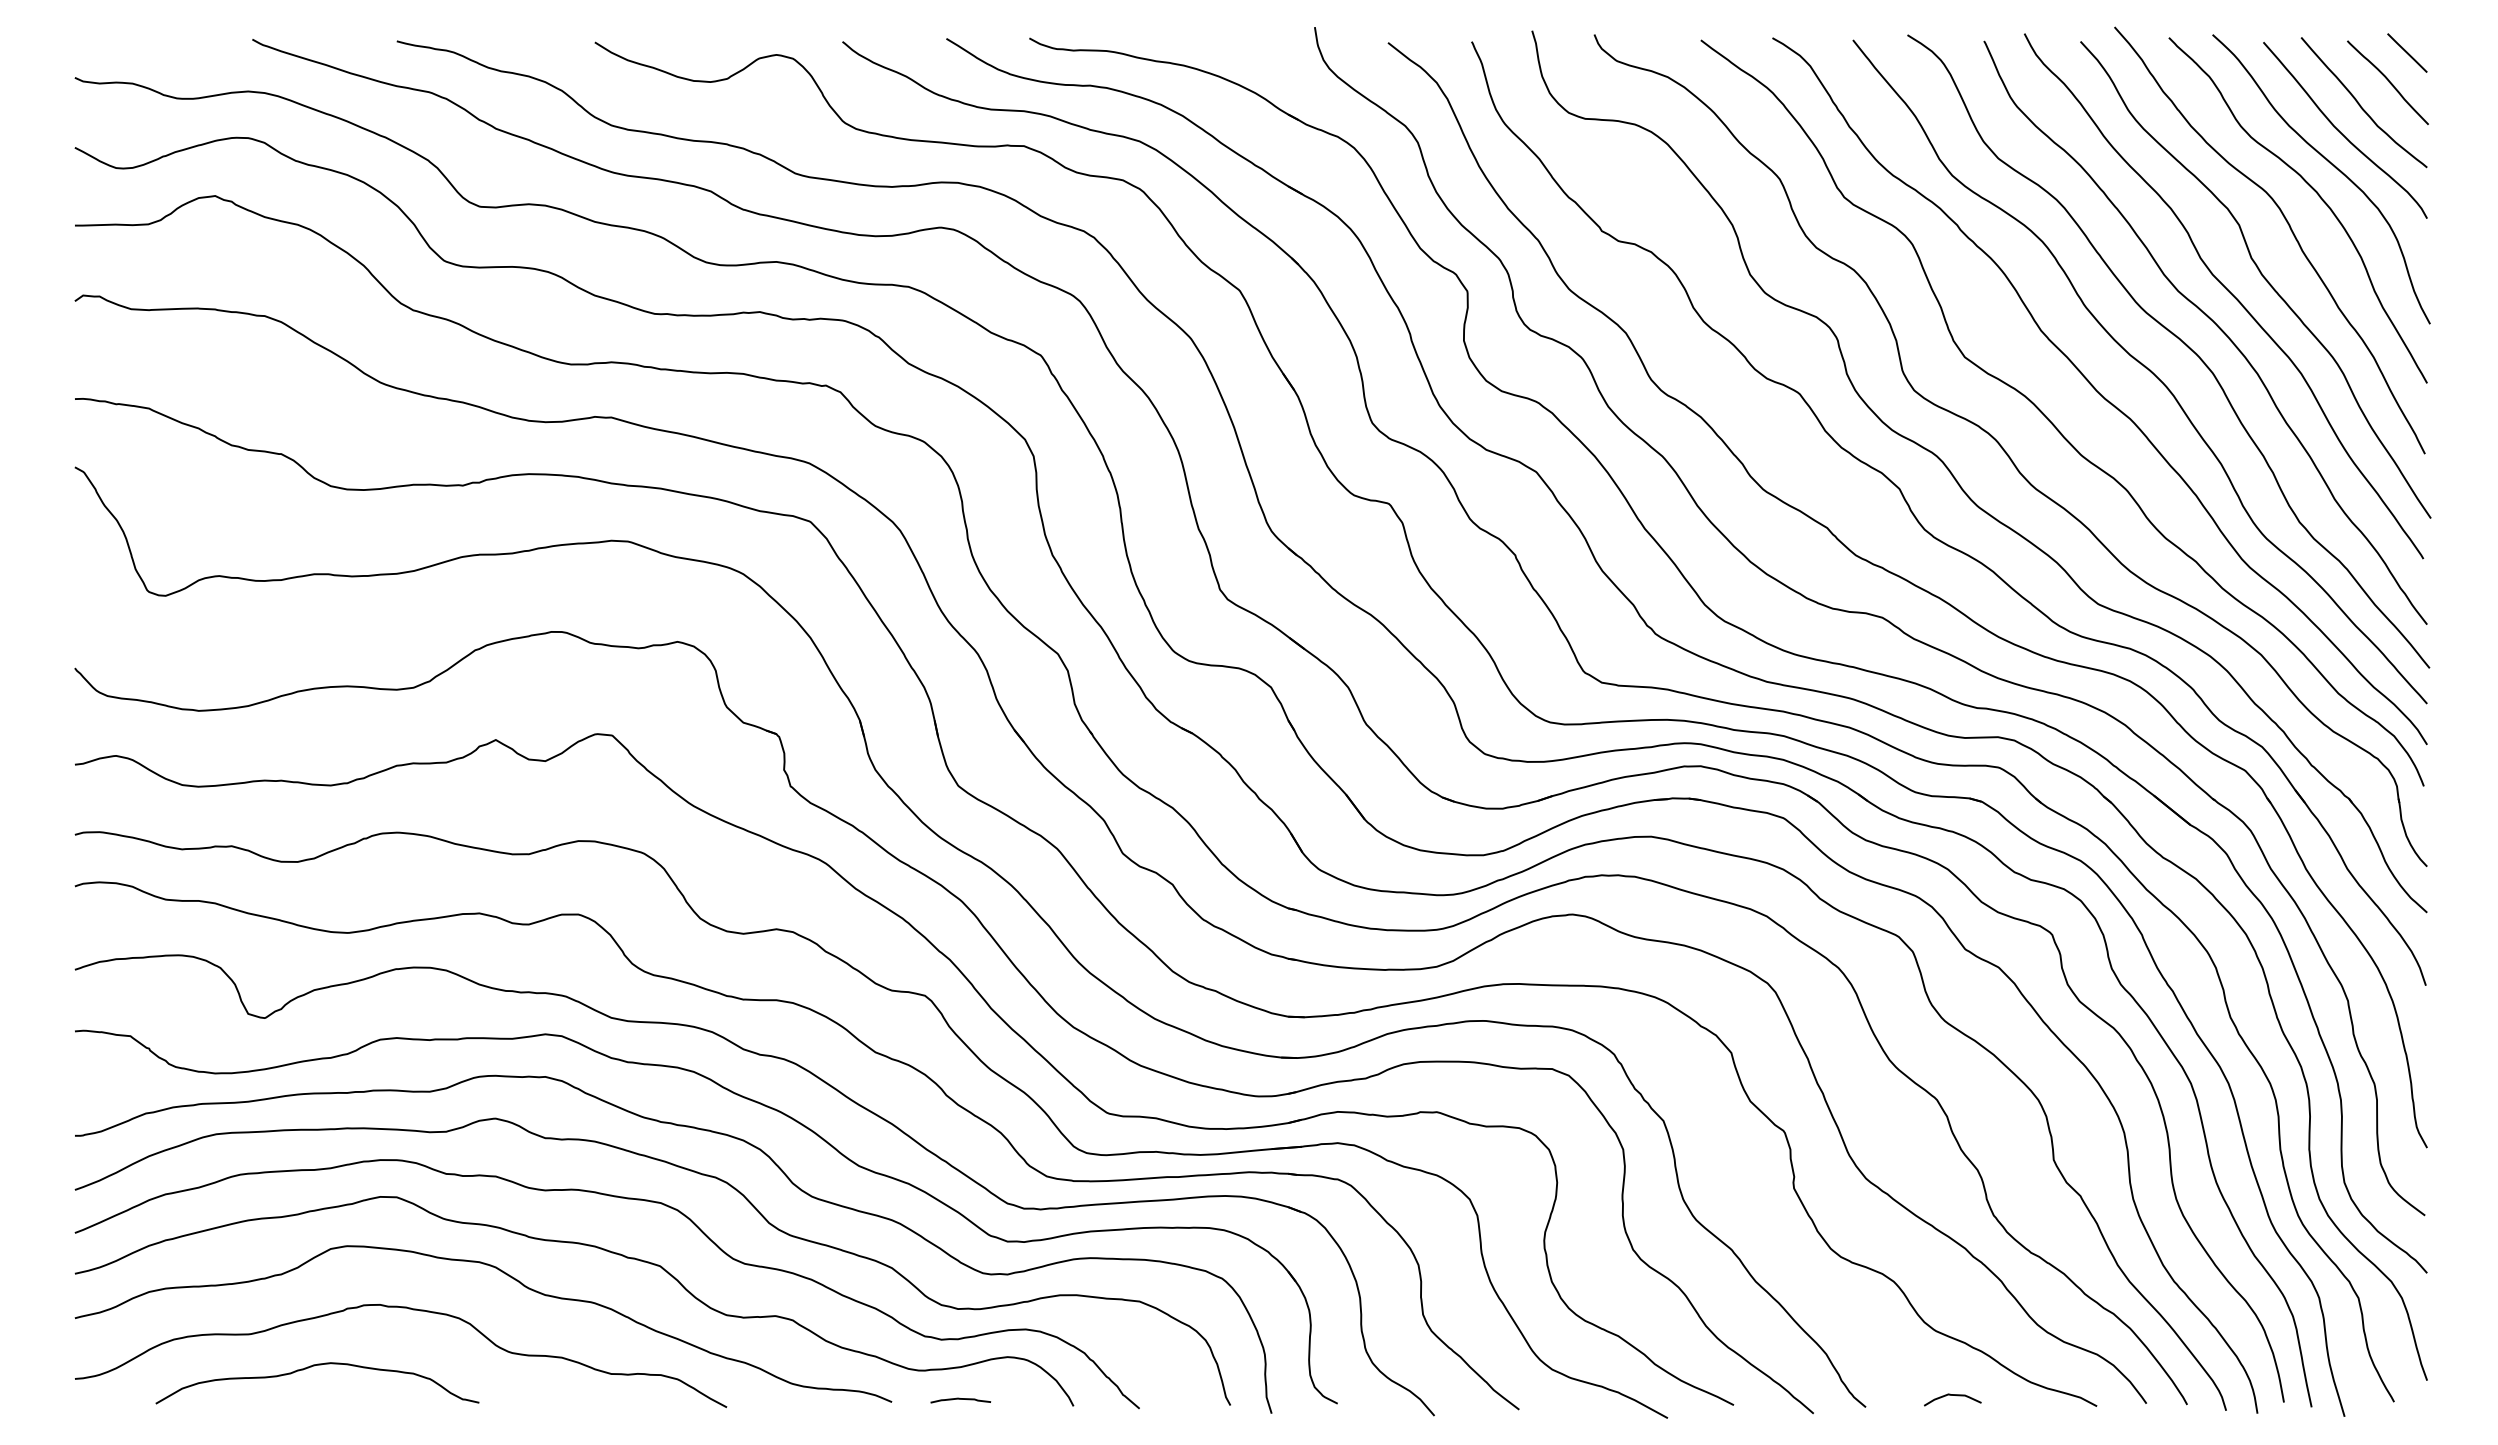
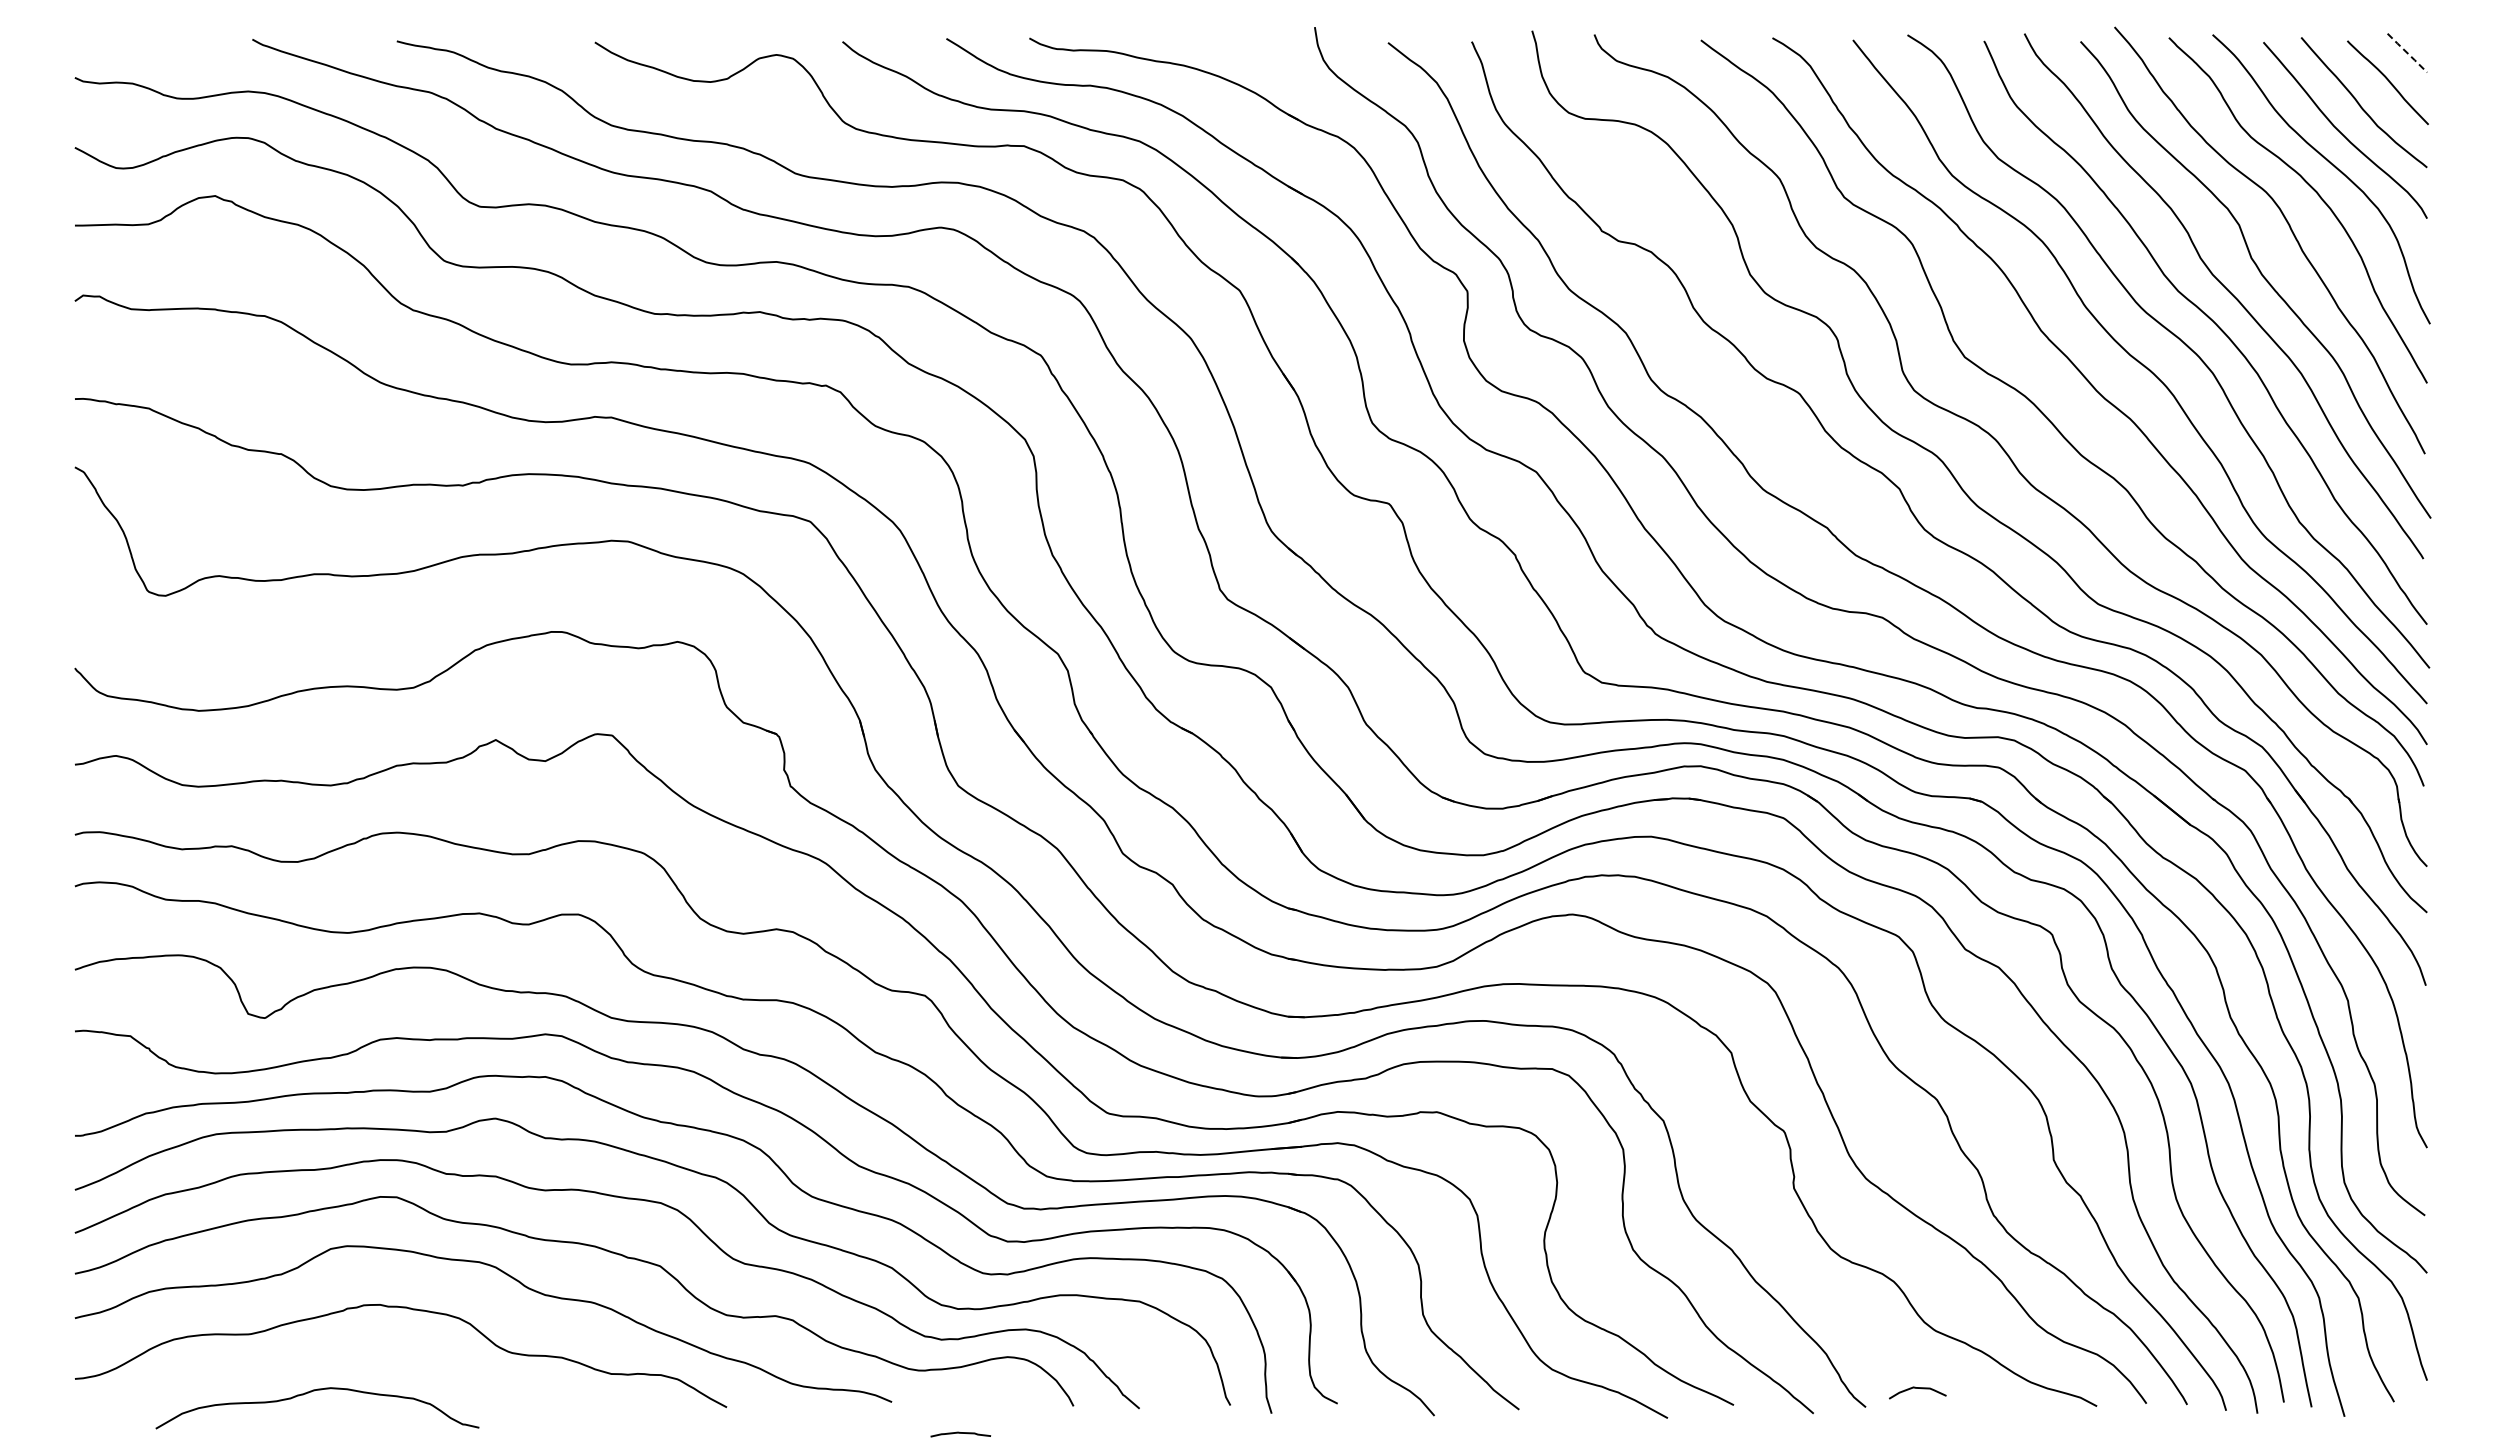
line at (2407, 53): solid -> dashed
curve at (311, 1367) position: (311, 1367) -> (311, 1392)
curve at (1952, 1395) position: (1952, 1395) -> (1917, 1388)
curve at (960, 1399) position: (960, 1399) -> (960, 1433)
